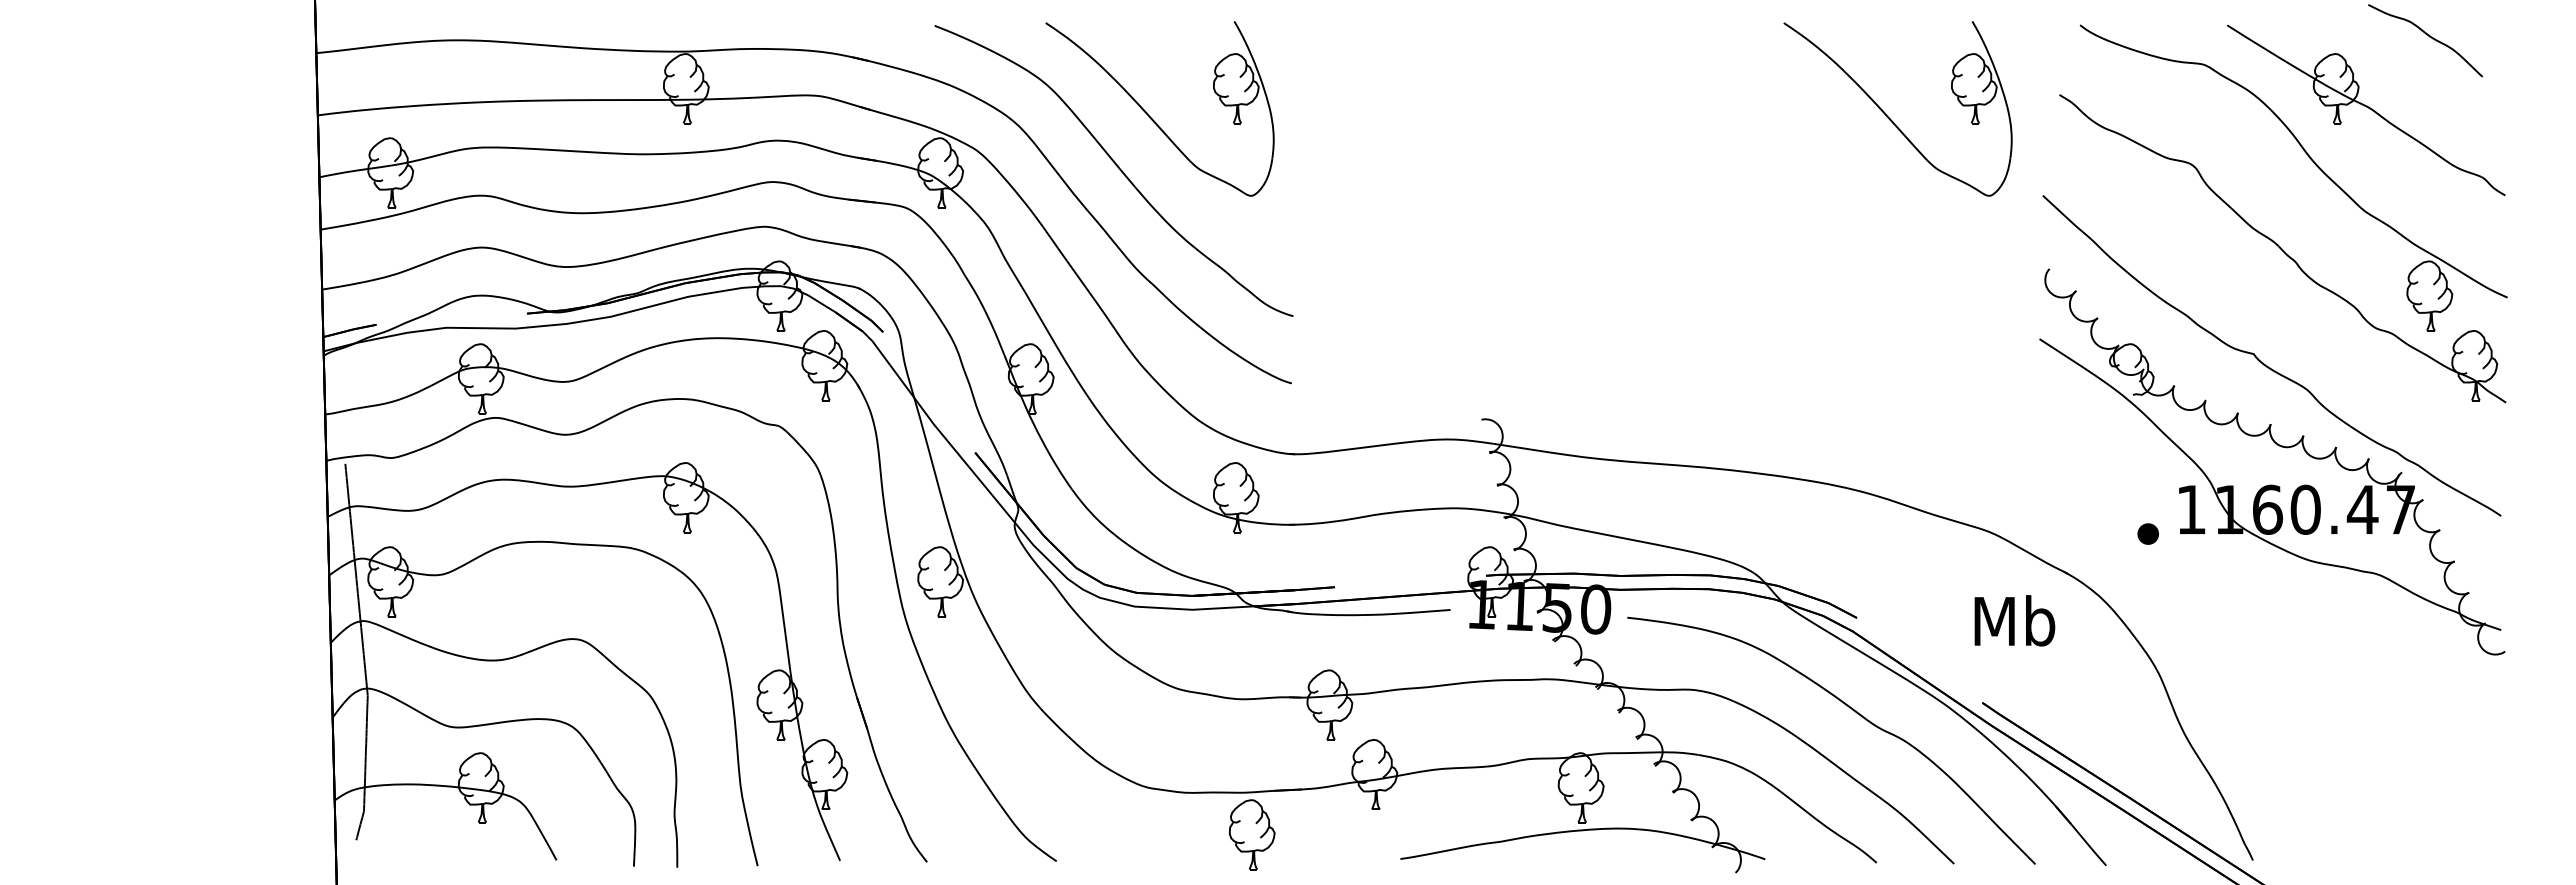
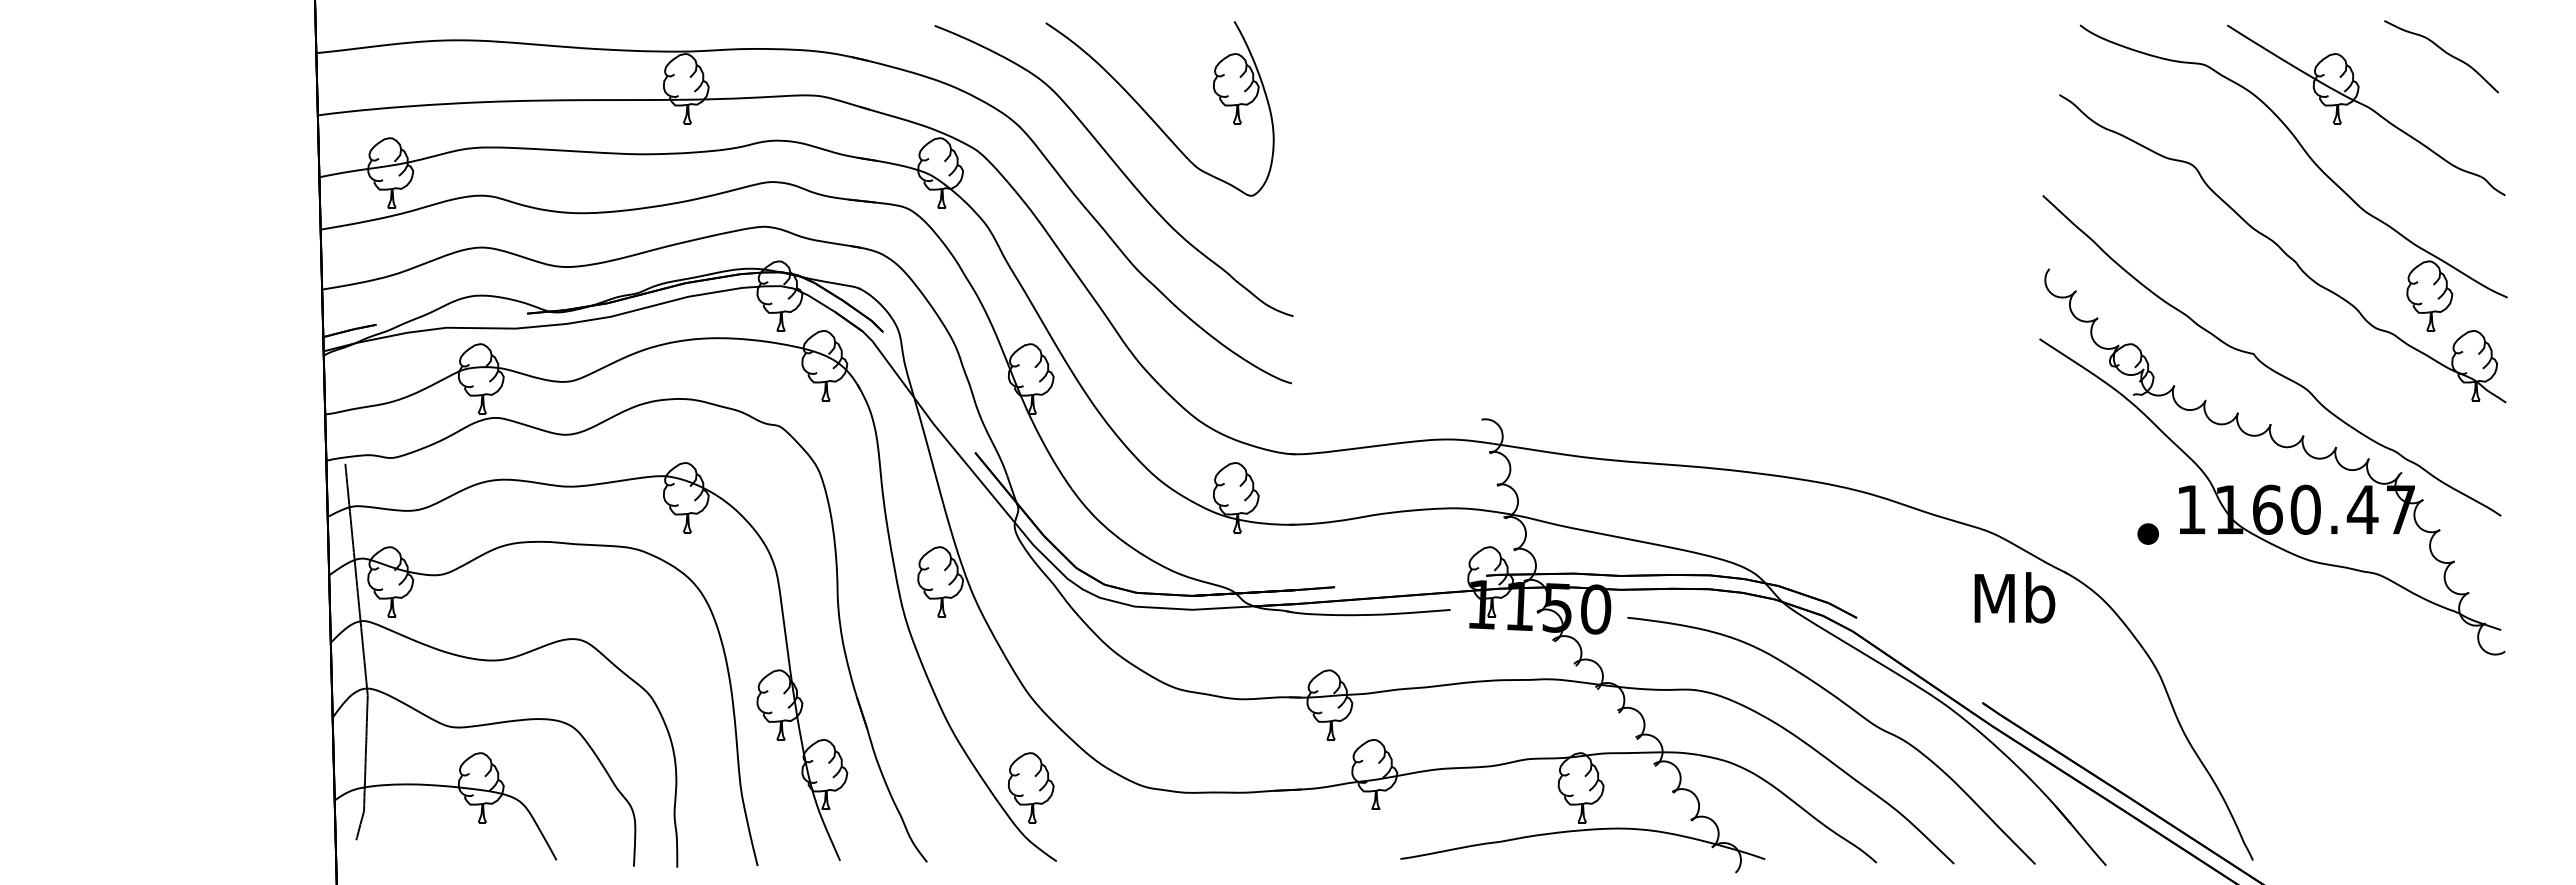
curve at (2428, 36) position: (2428, 36) -> (2444, 52)
part at (1888, 116): present -> none
text at (2014, 620) position: (2014, 620) -> (2014, 597)
part at (1252, 834) position: (1252, 834) -> (1031, 787)
